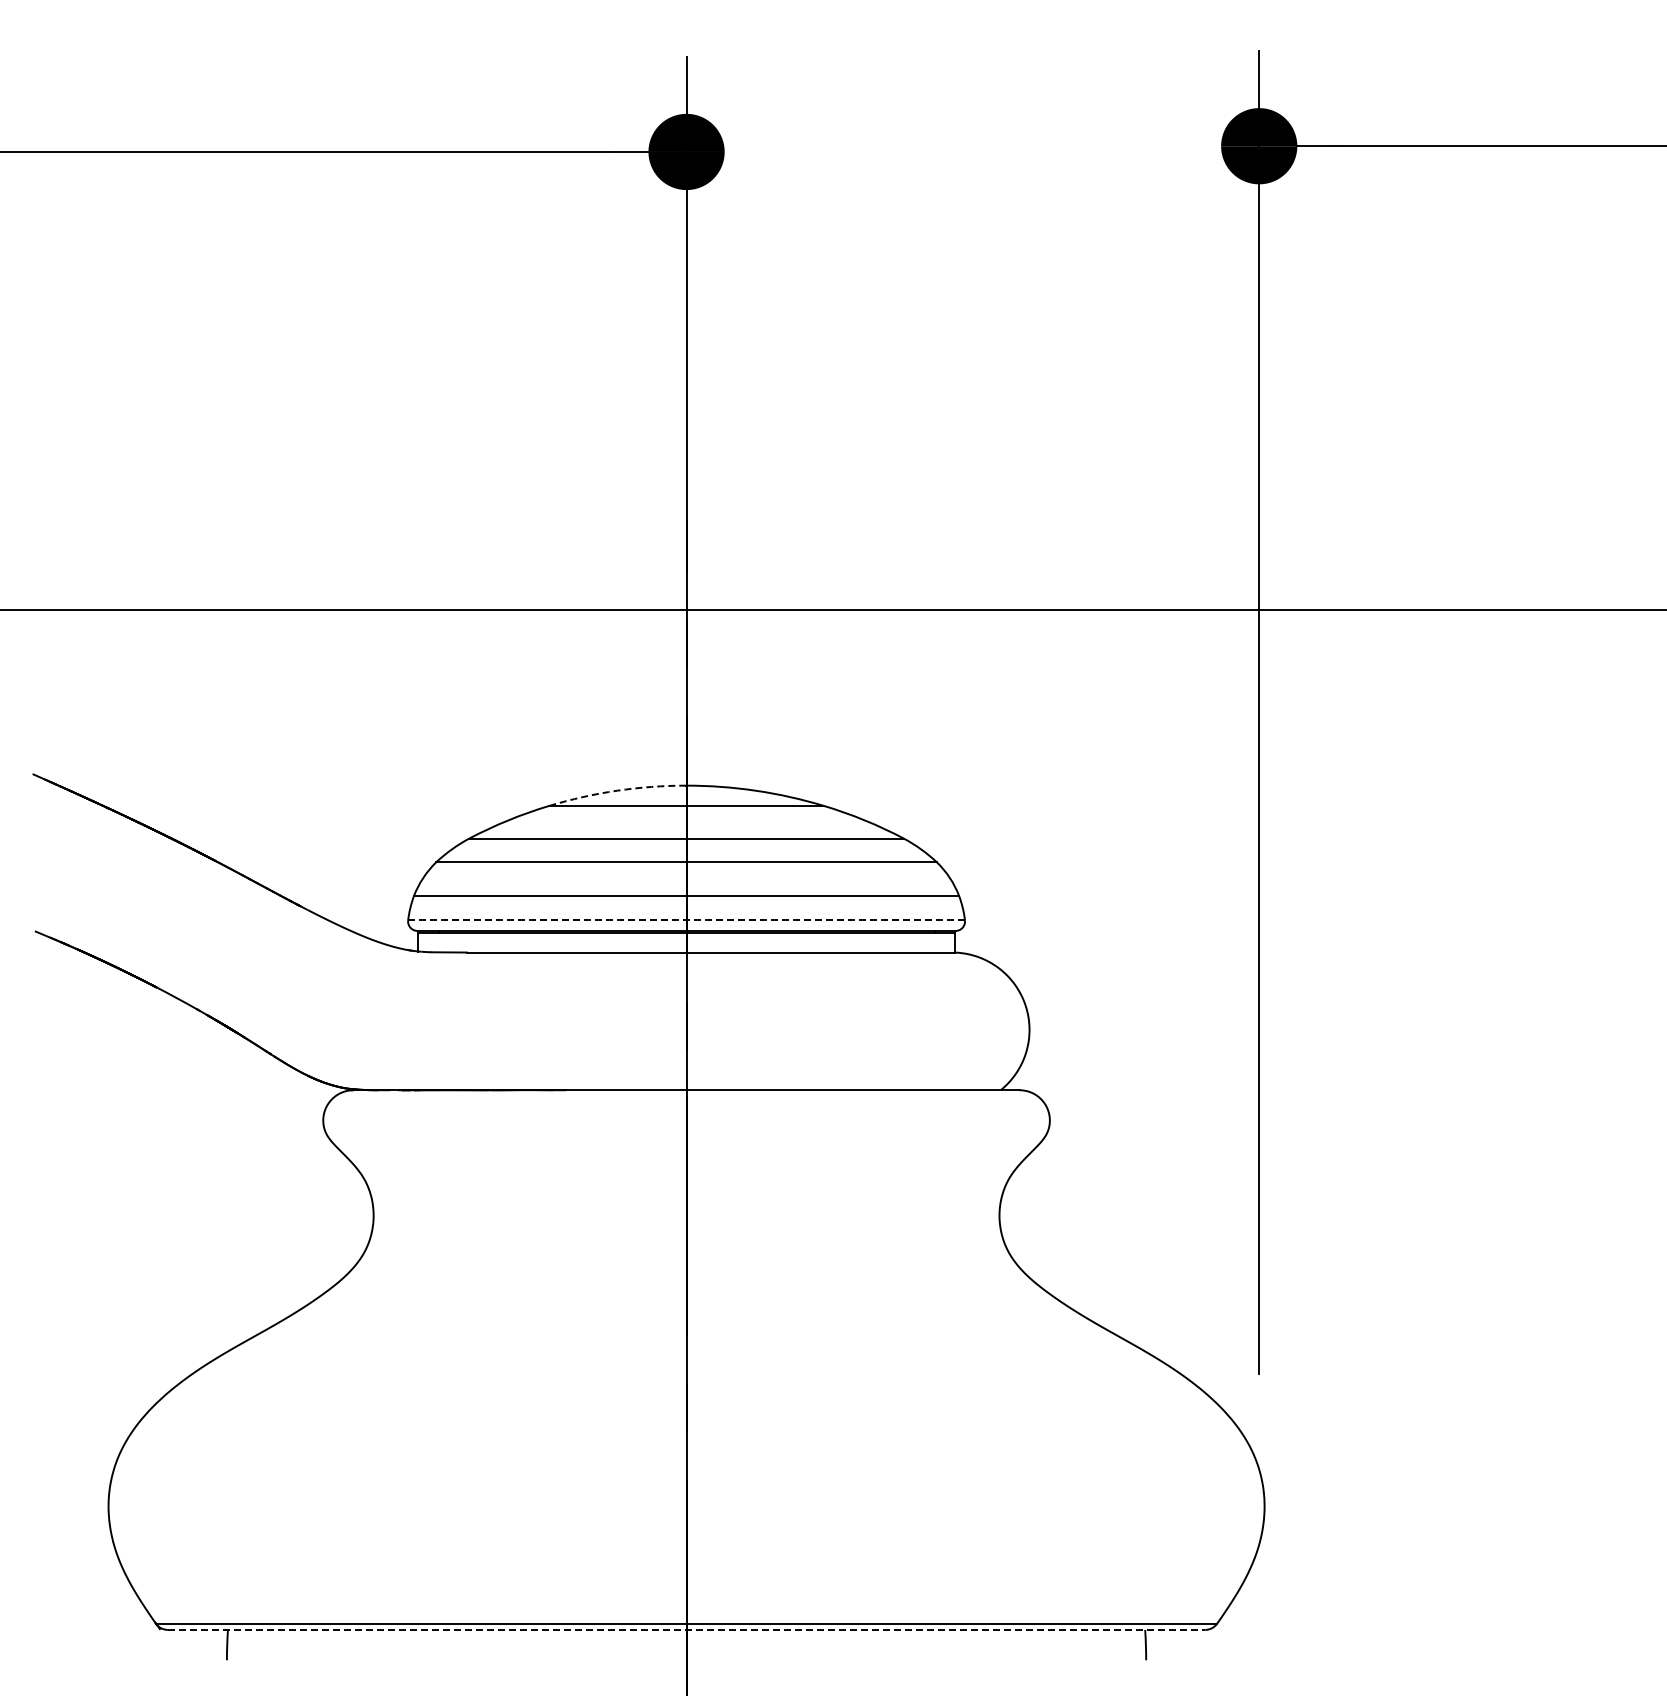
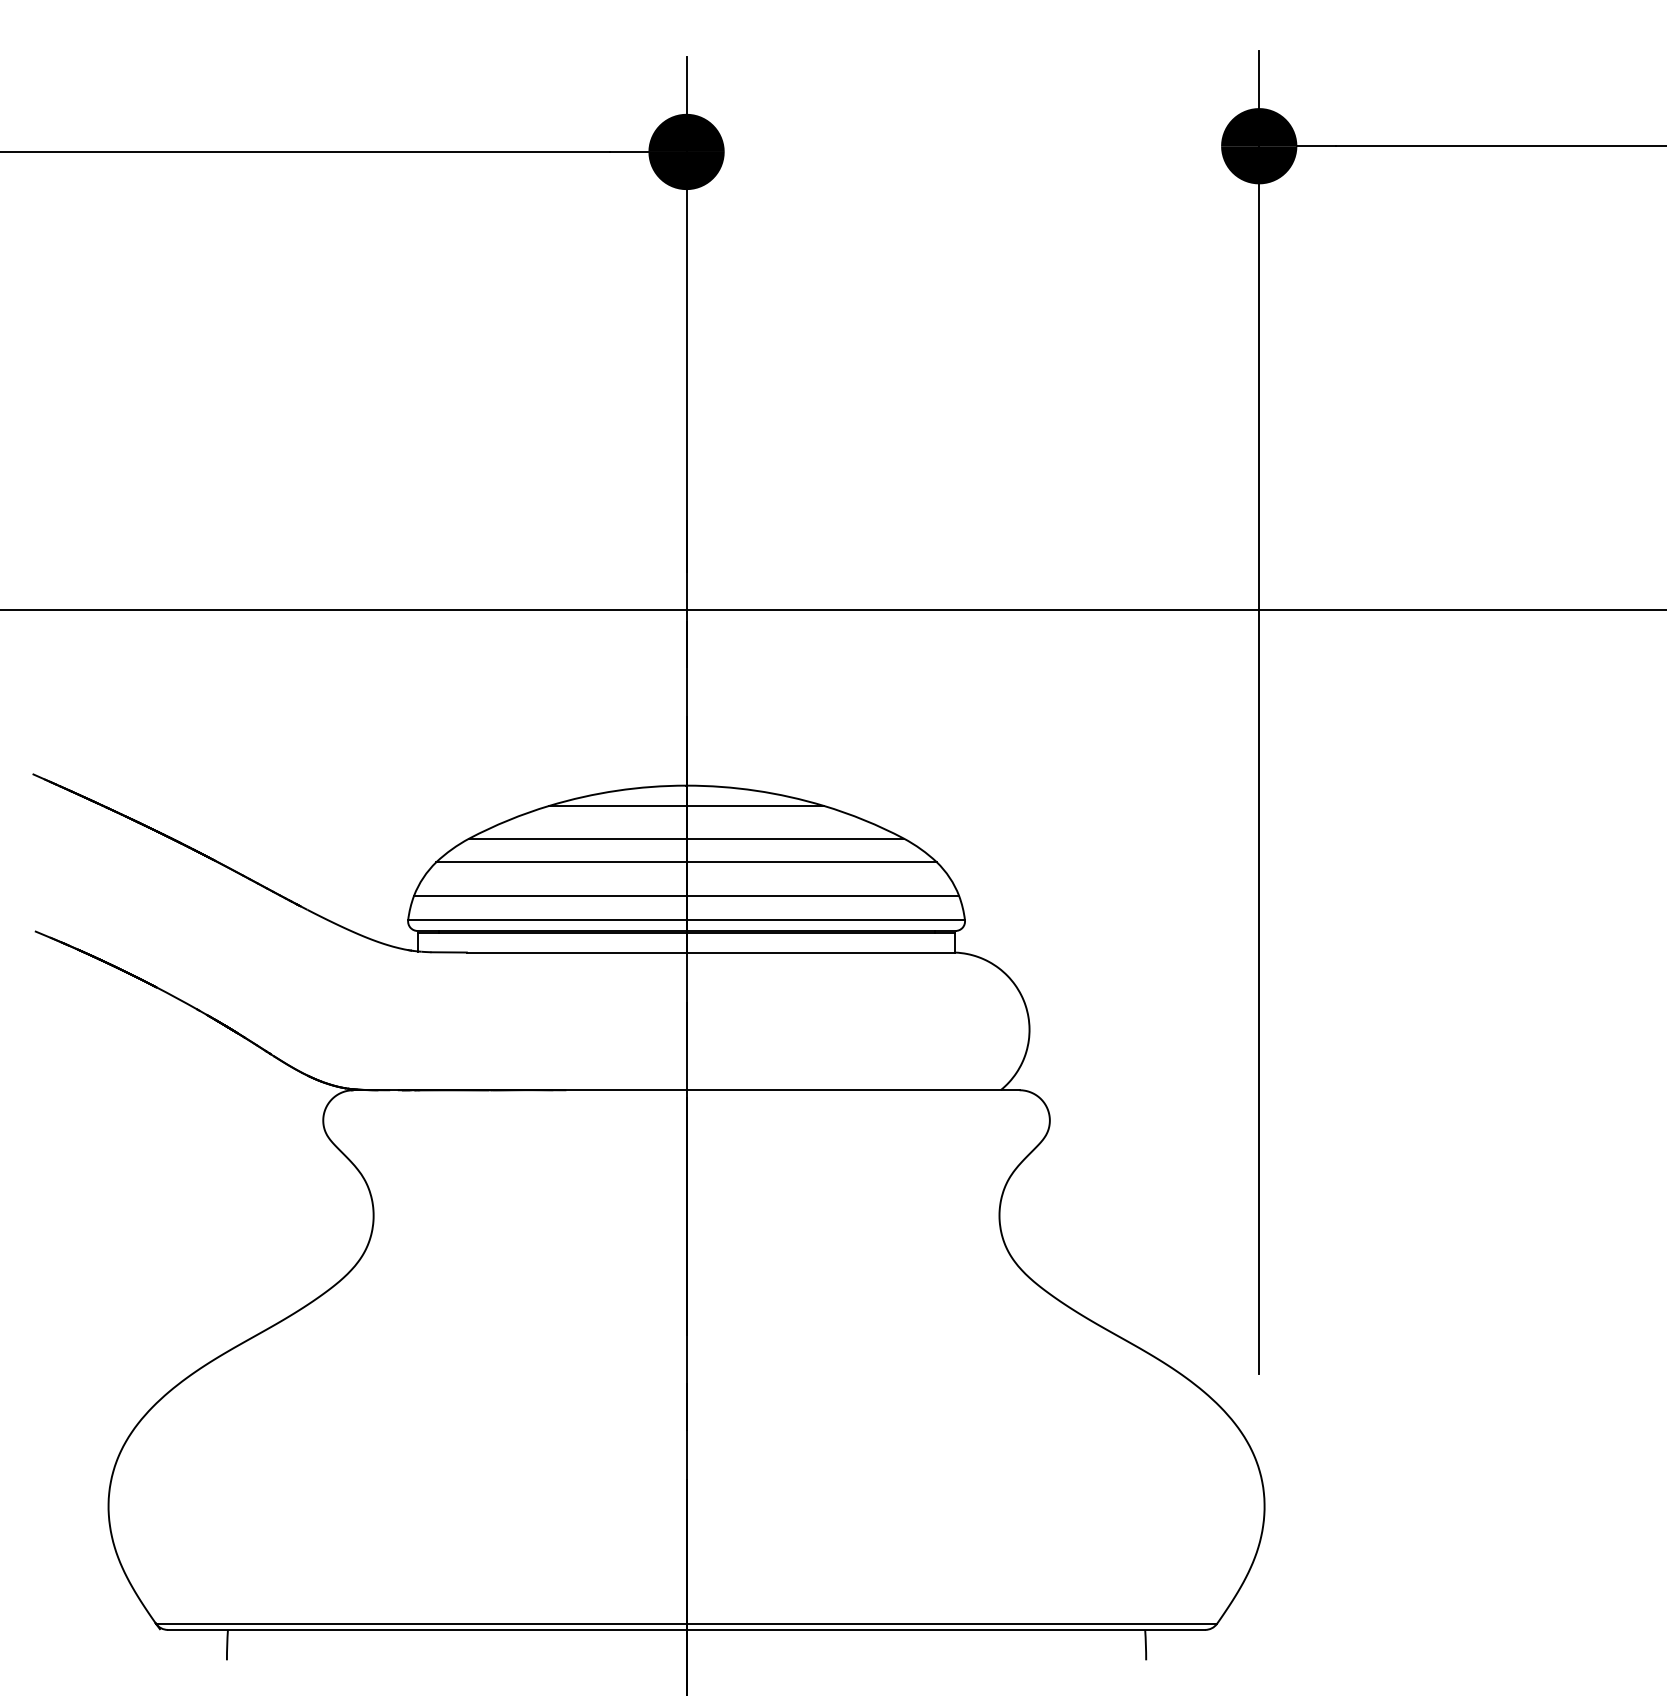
arc at (617, 790): dashed -> solid
line at (686, 920): dashed -> solid
line at (686, 1629): dashed -> solid
